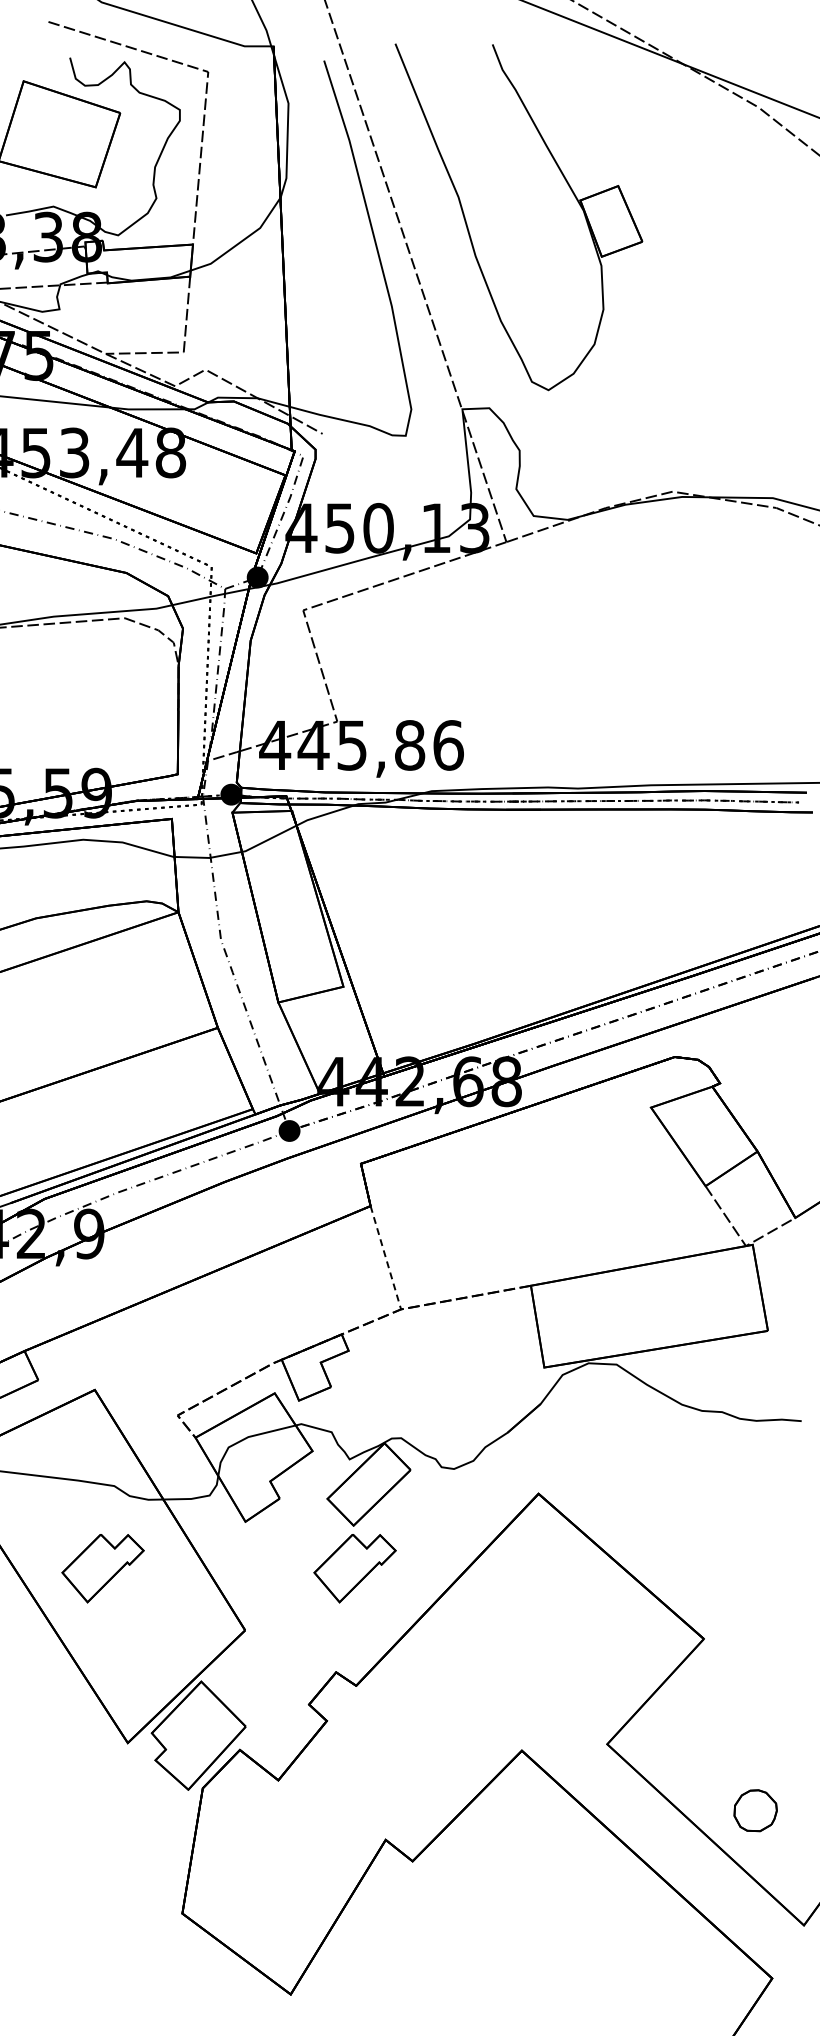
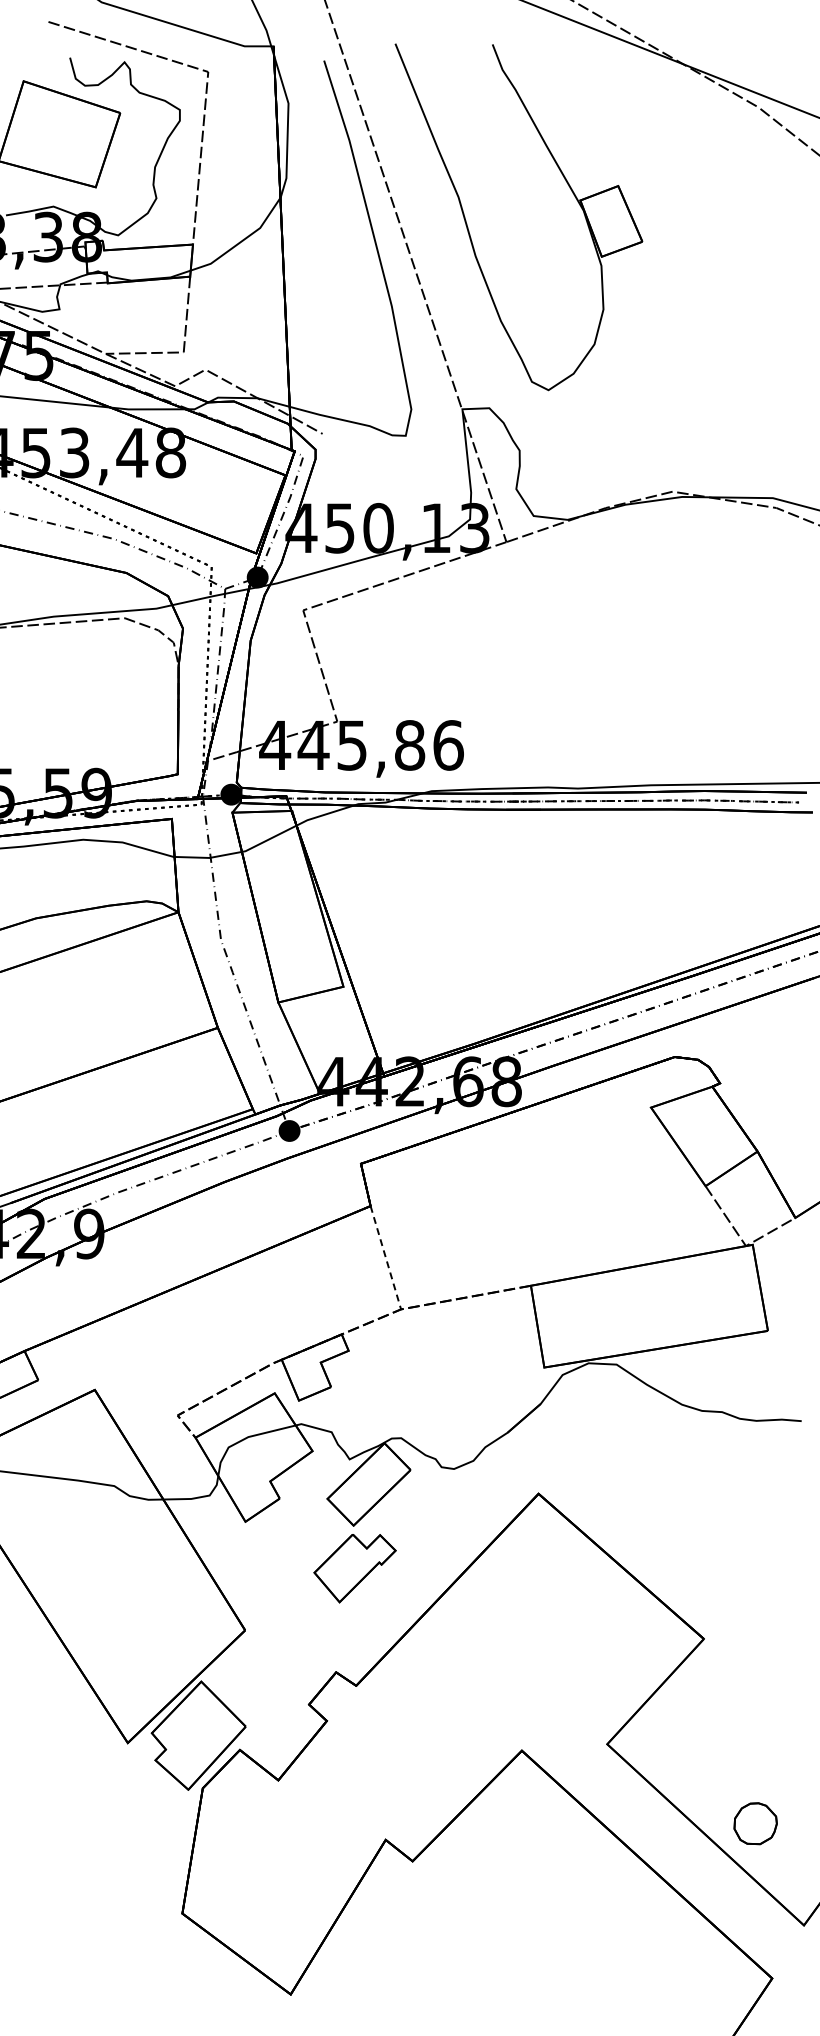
part at (102, 1568): present -> none
part at (755, 1810) position: (755, 1810) -> (755, 1823)
